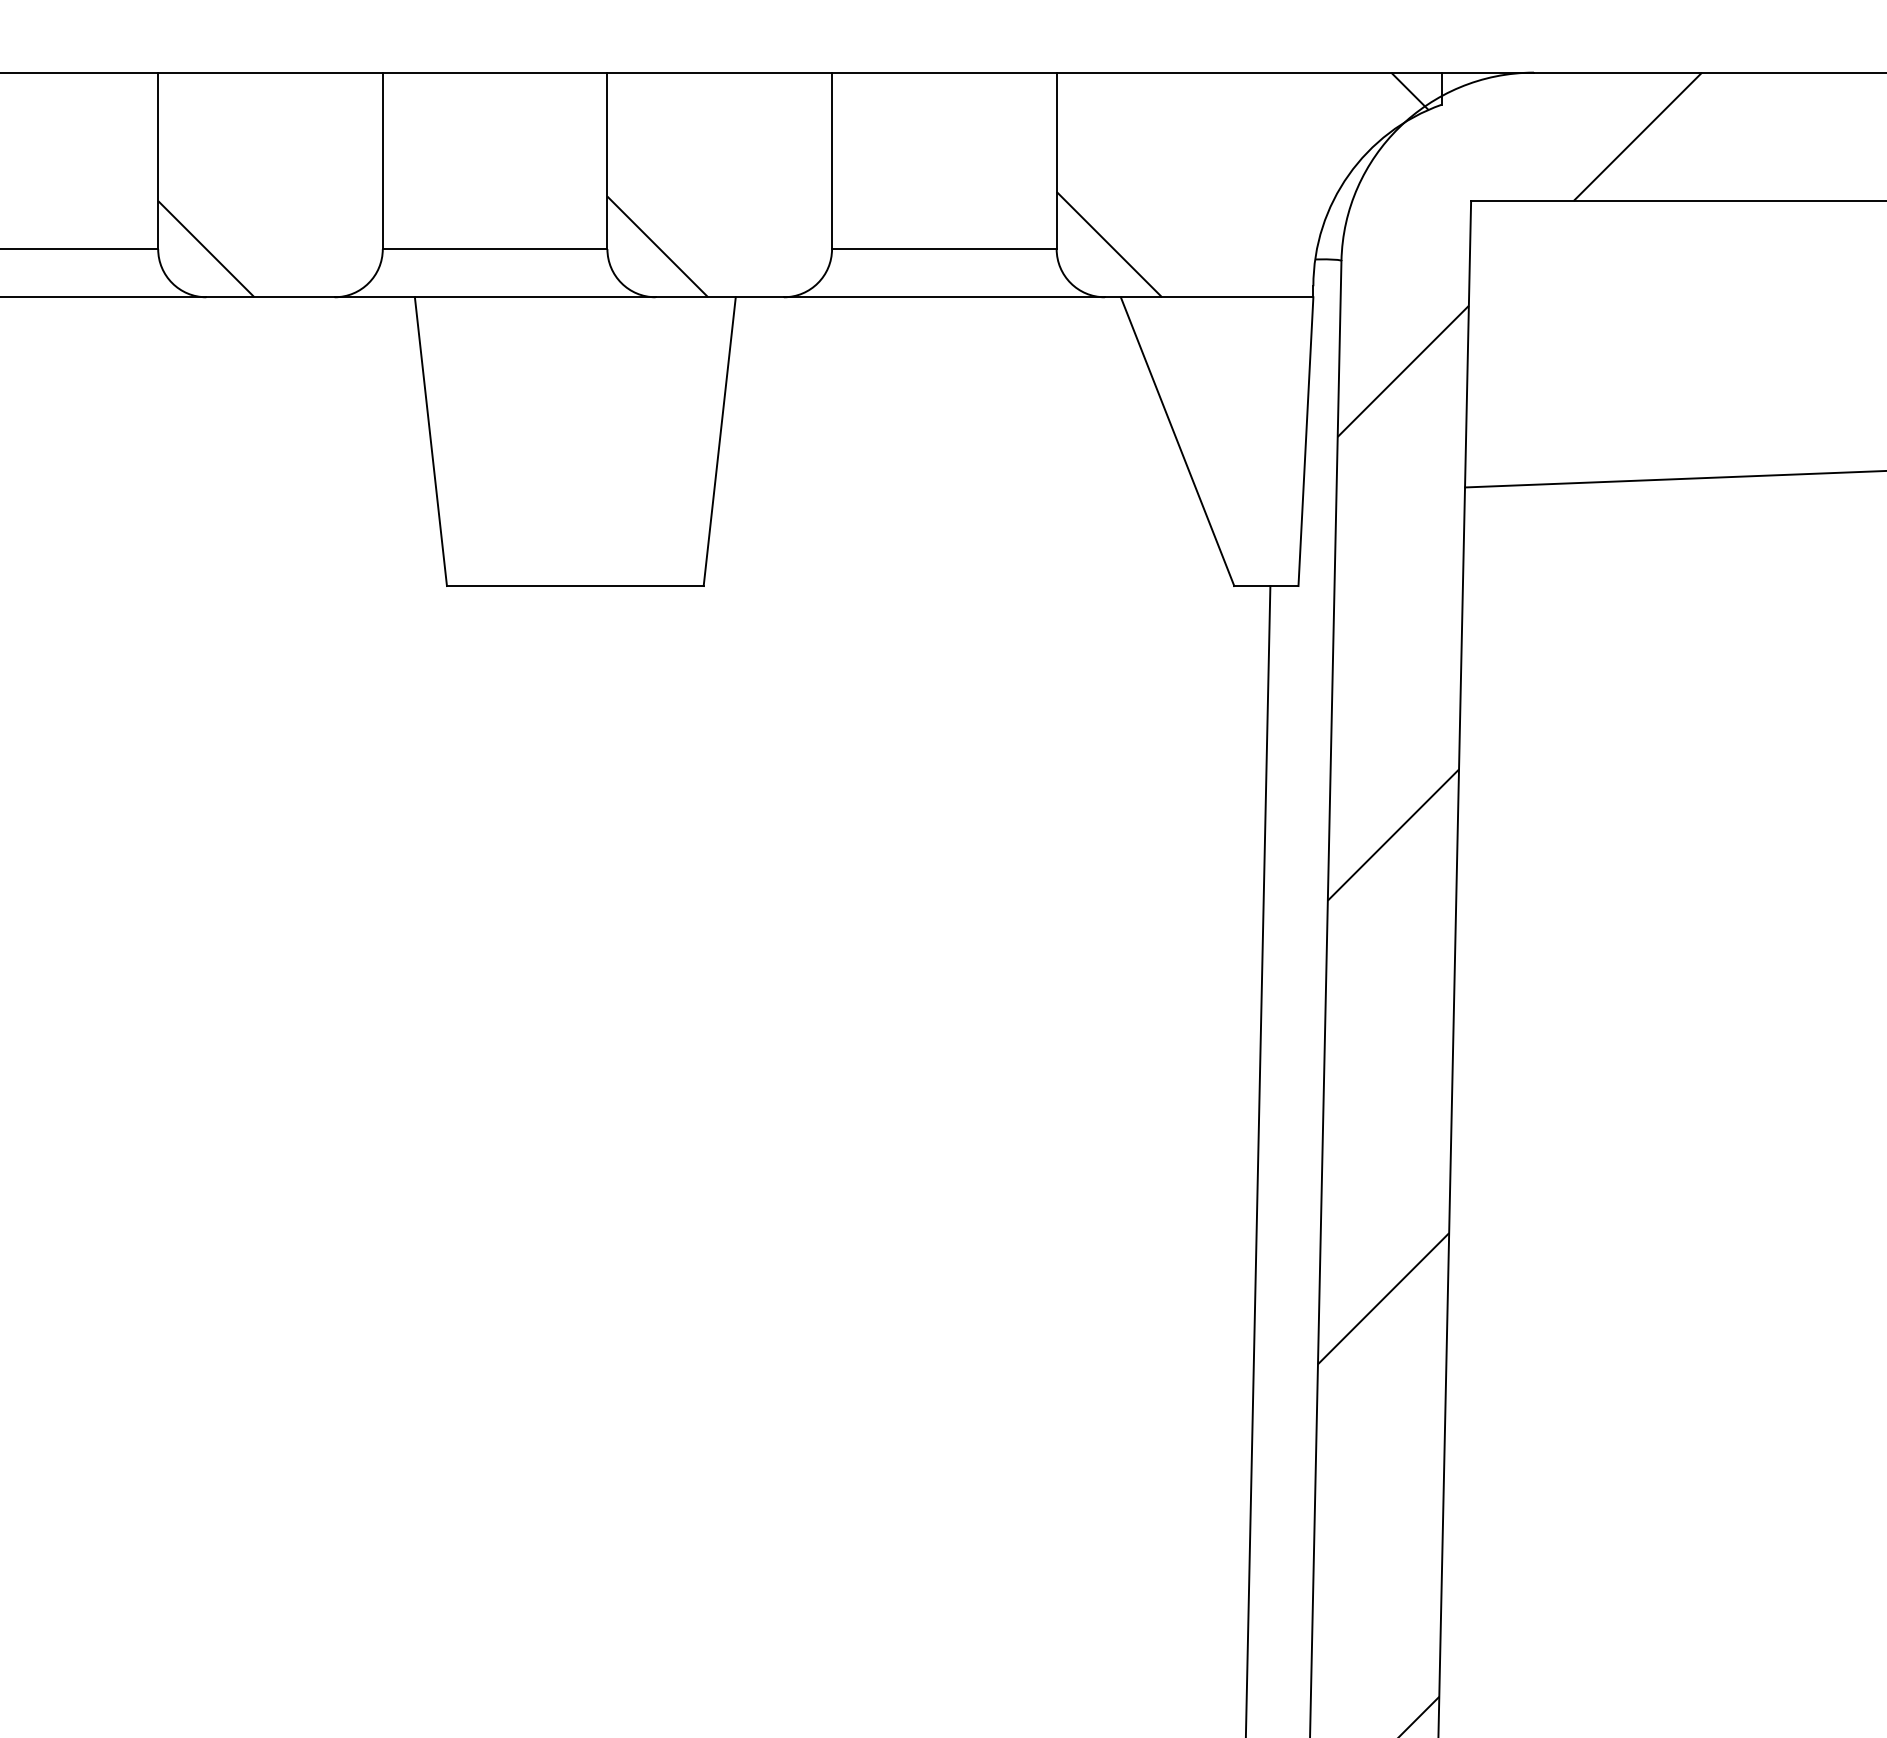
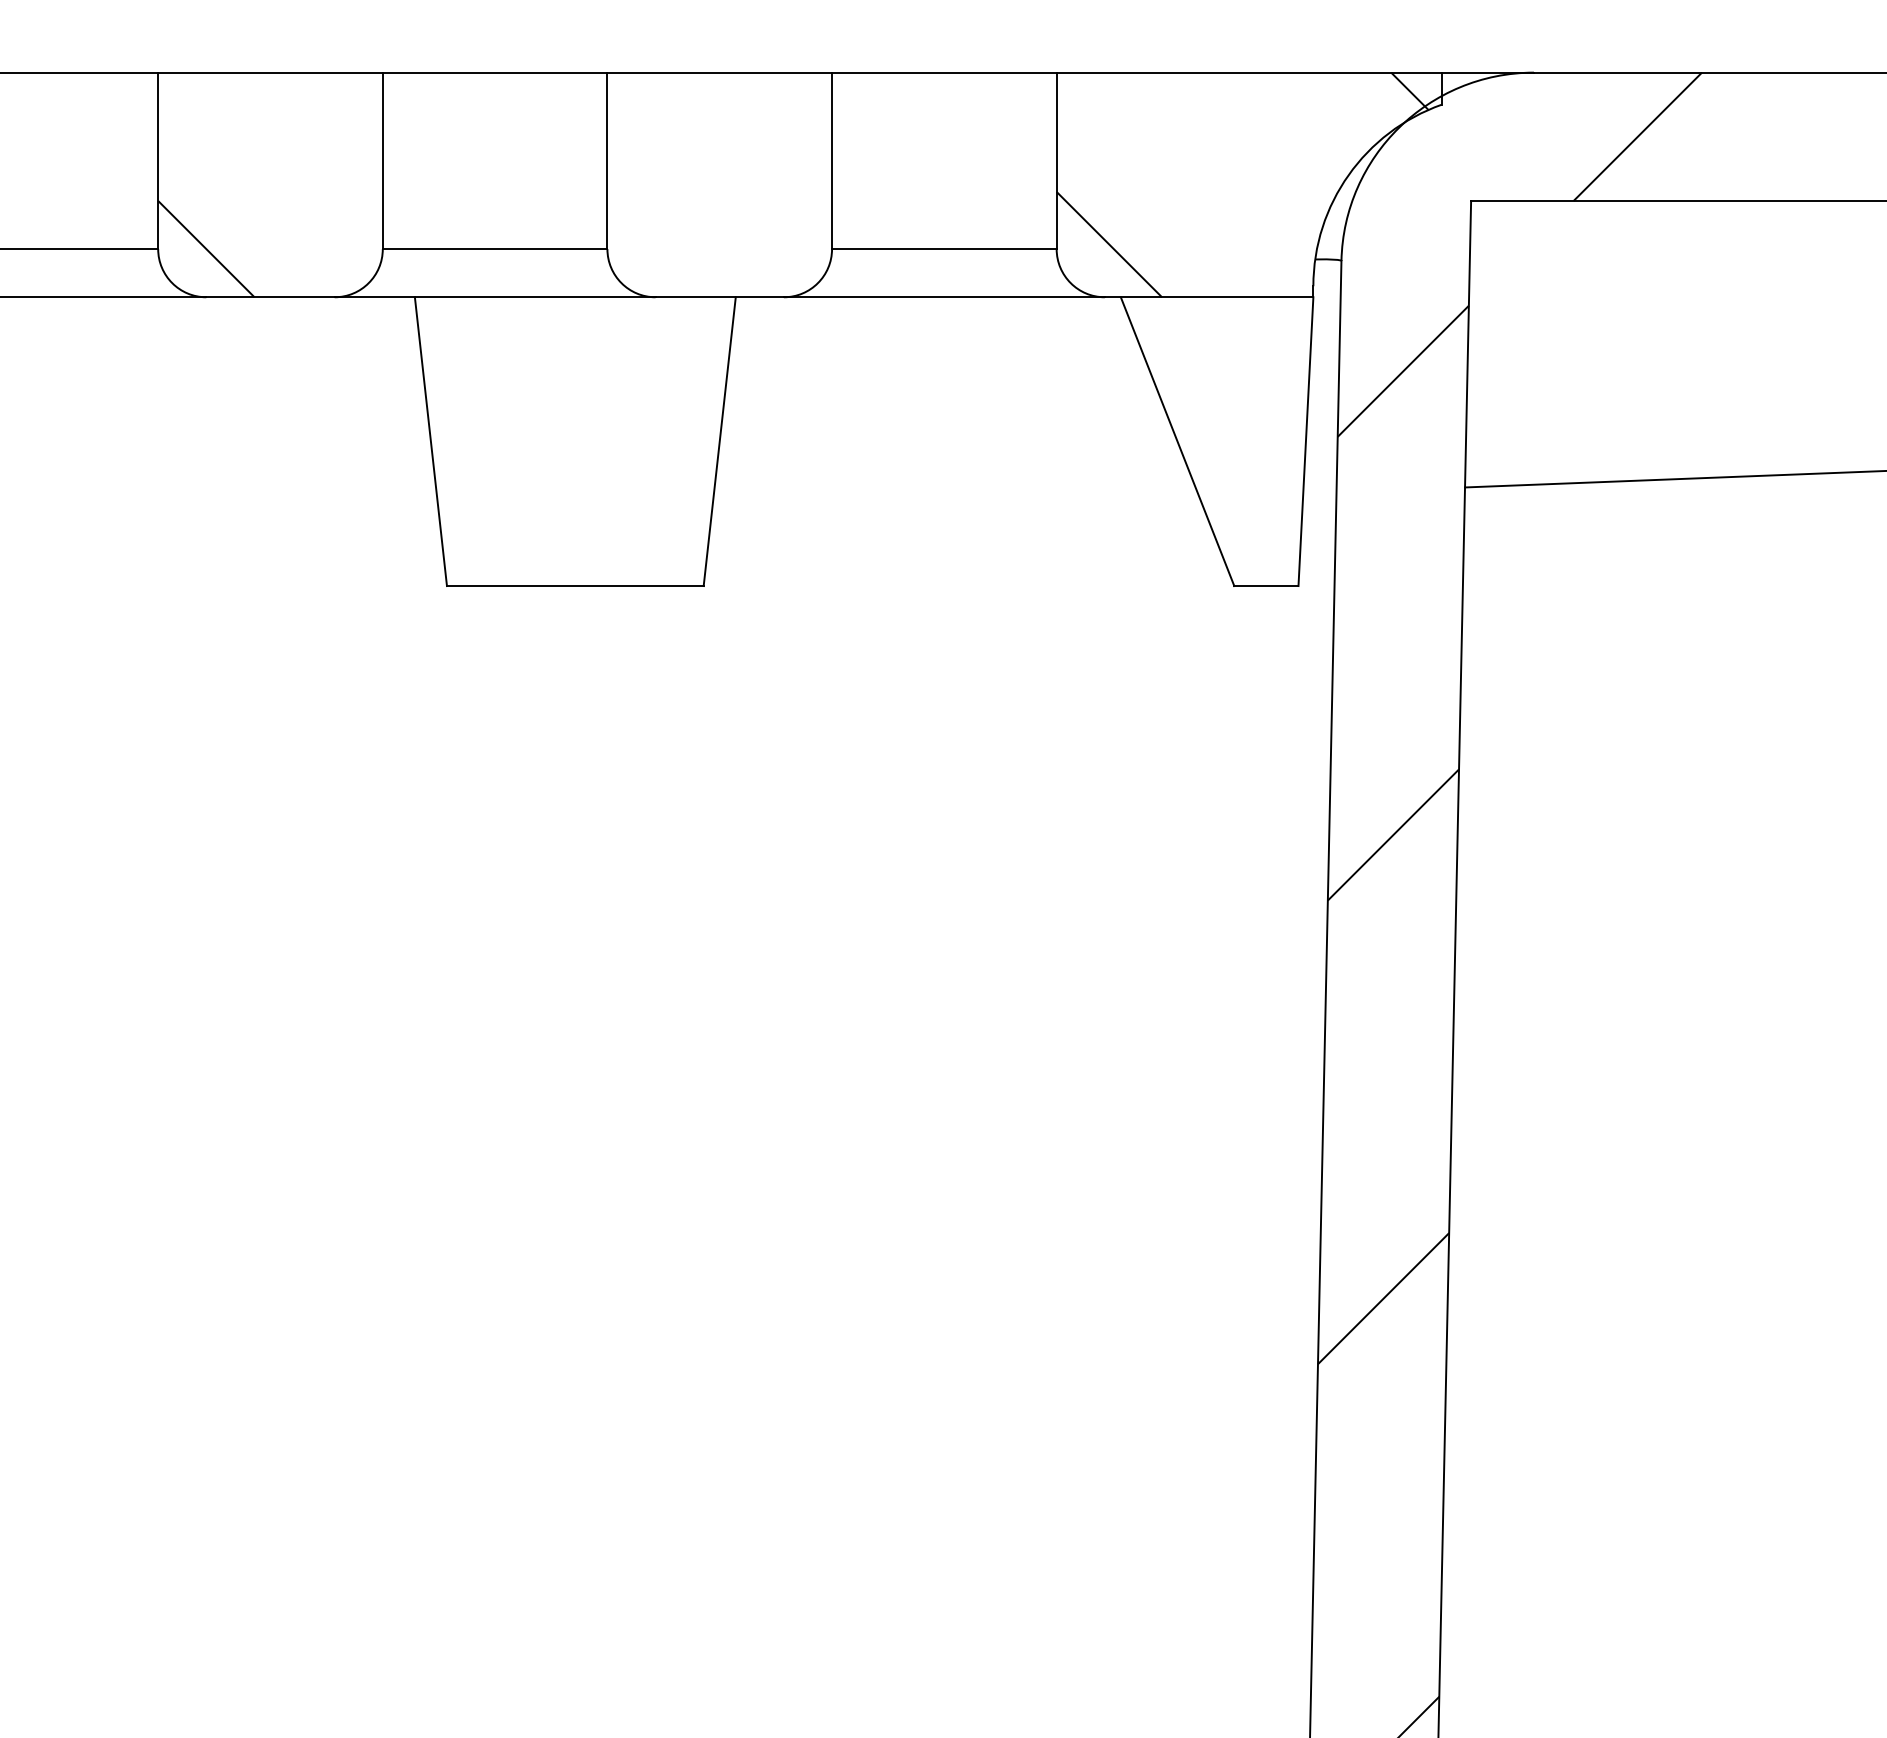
hatch at (657, 246): present -> none
line at (1257, 1160): present -> none
